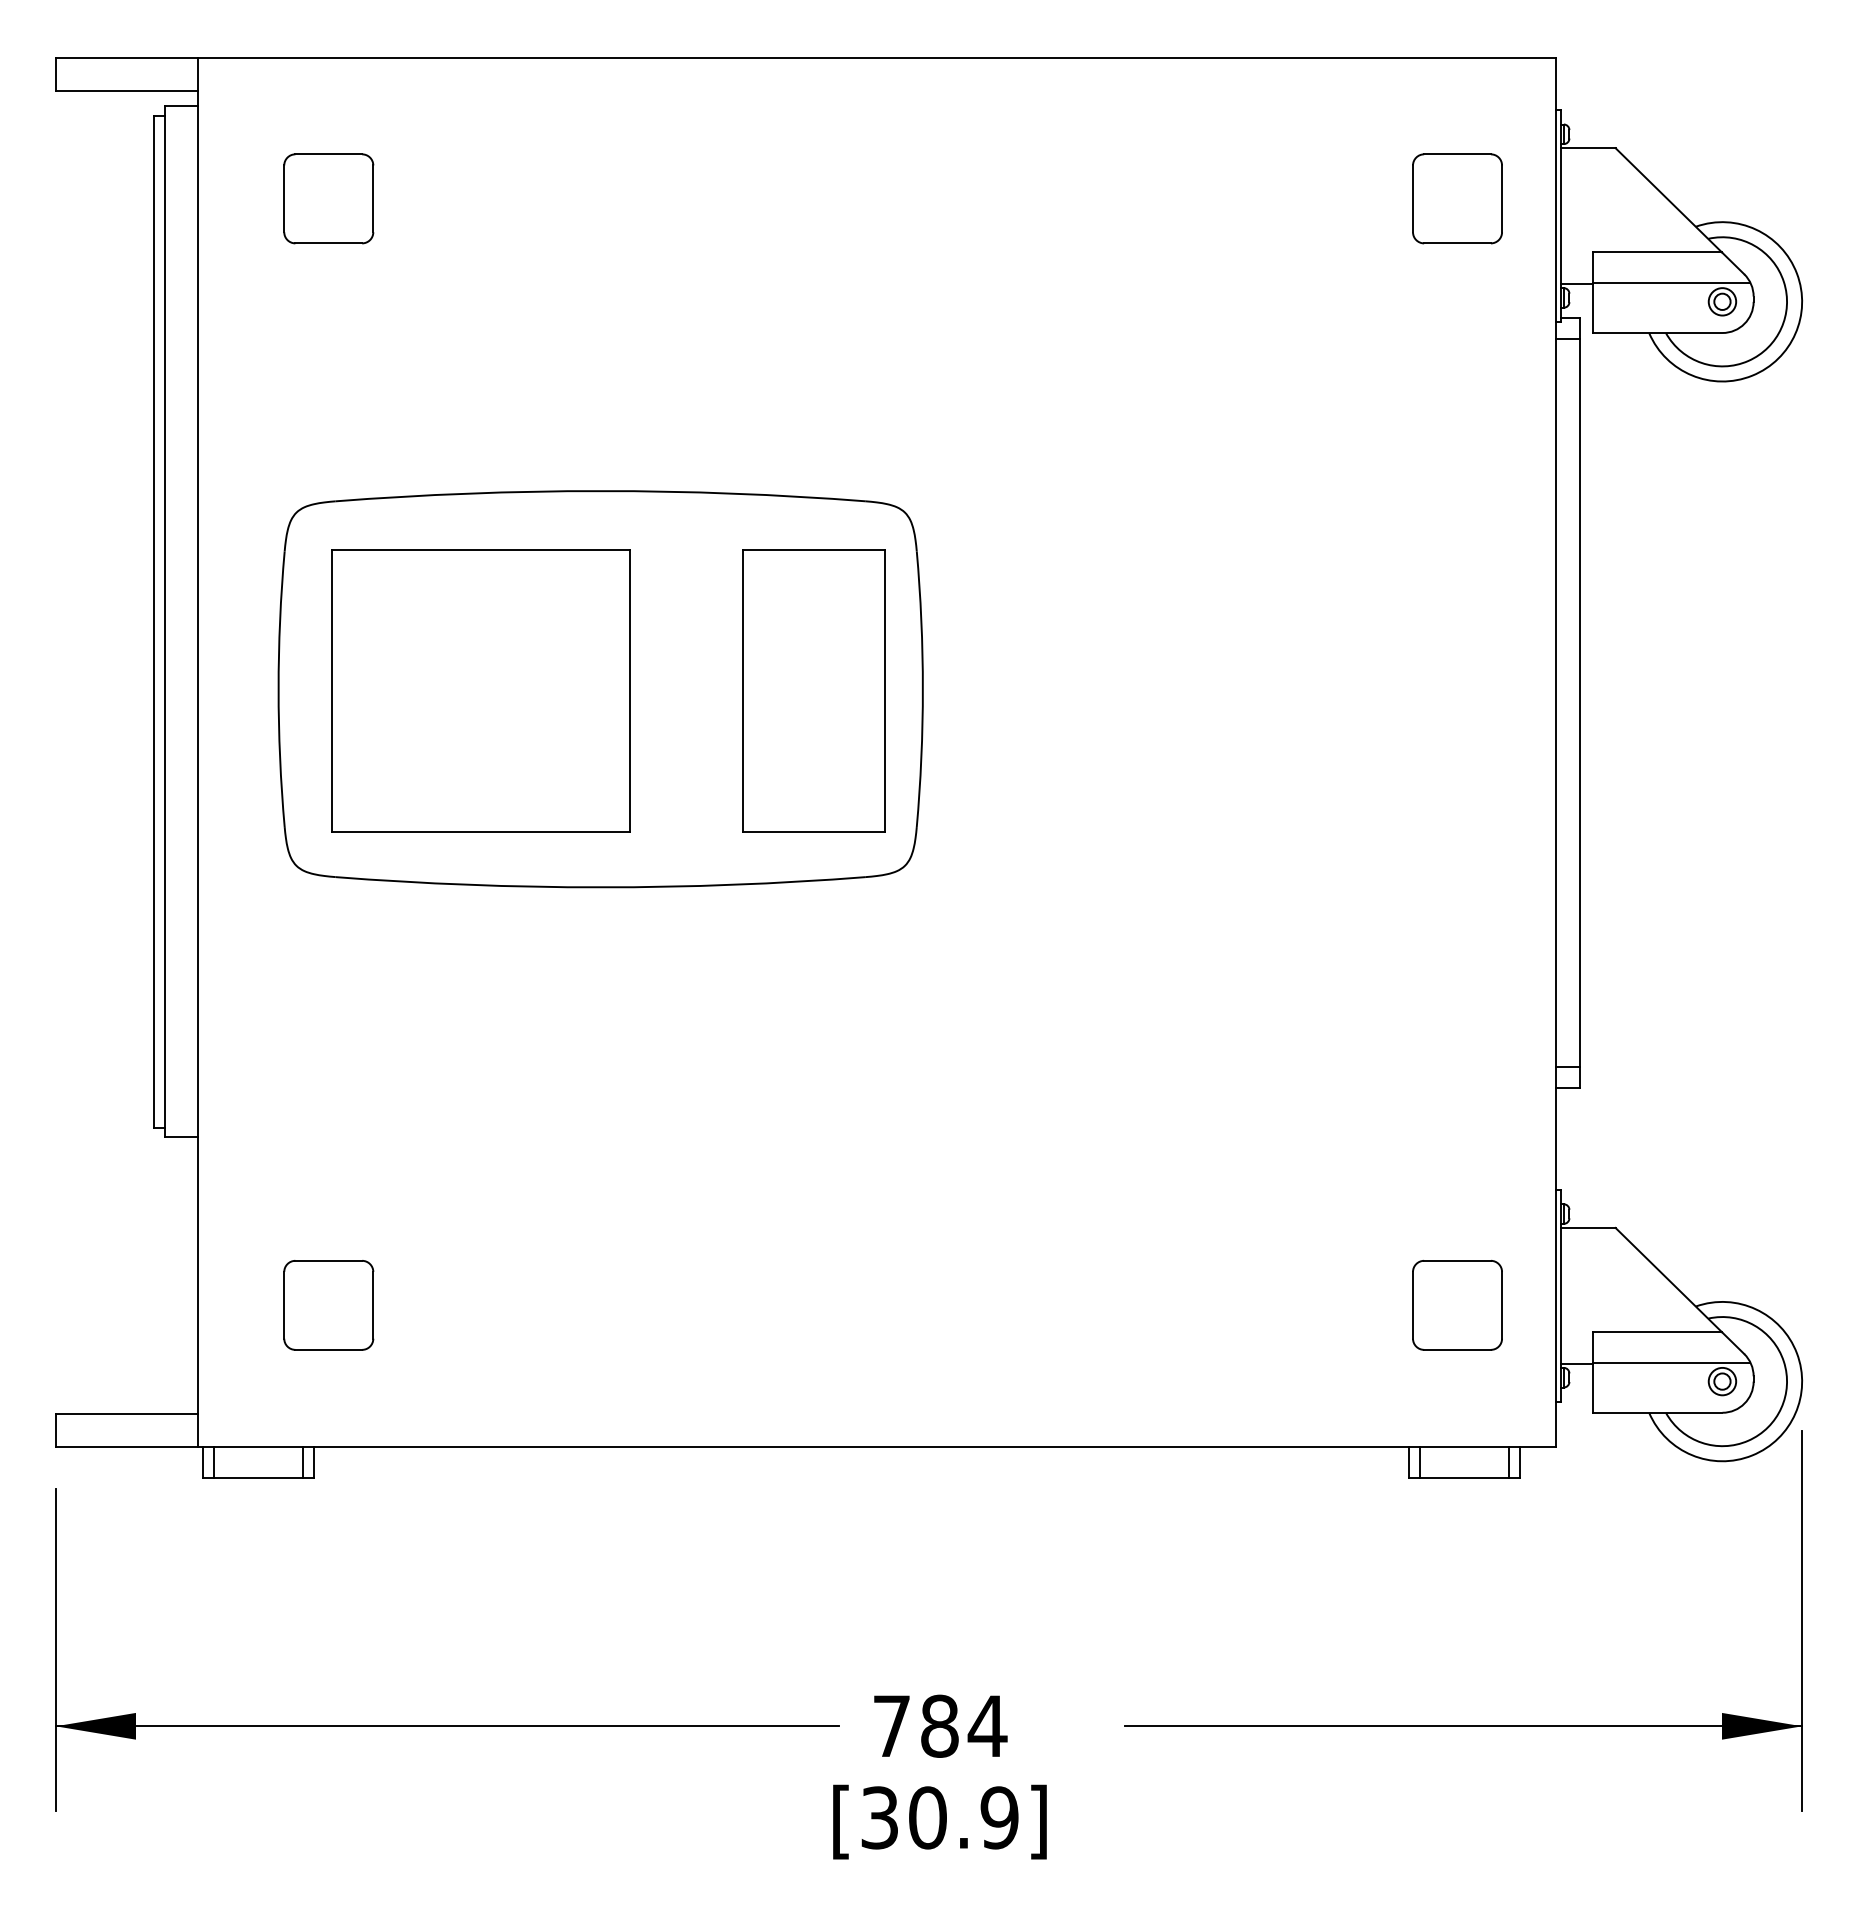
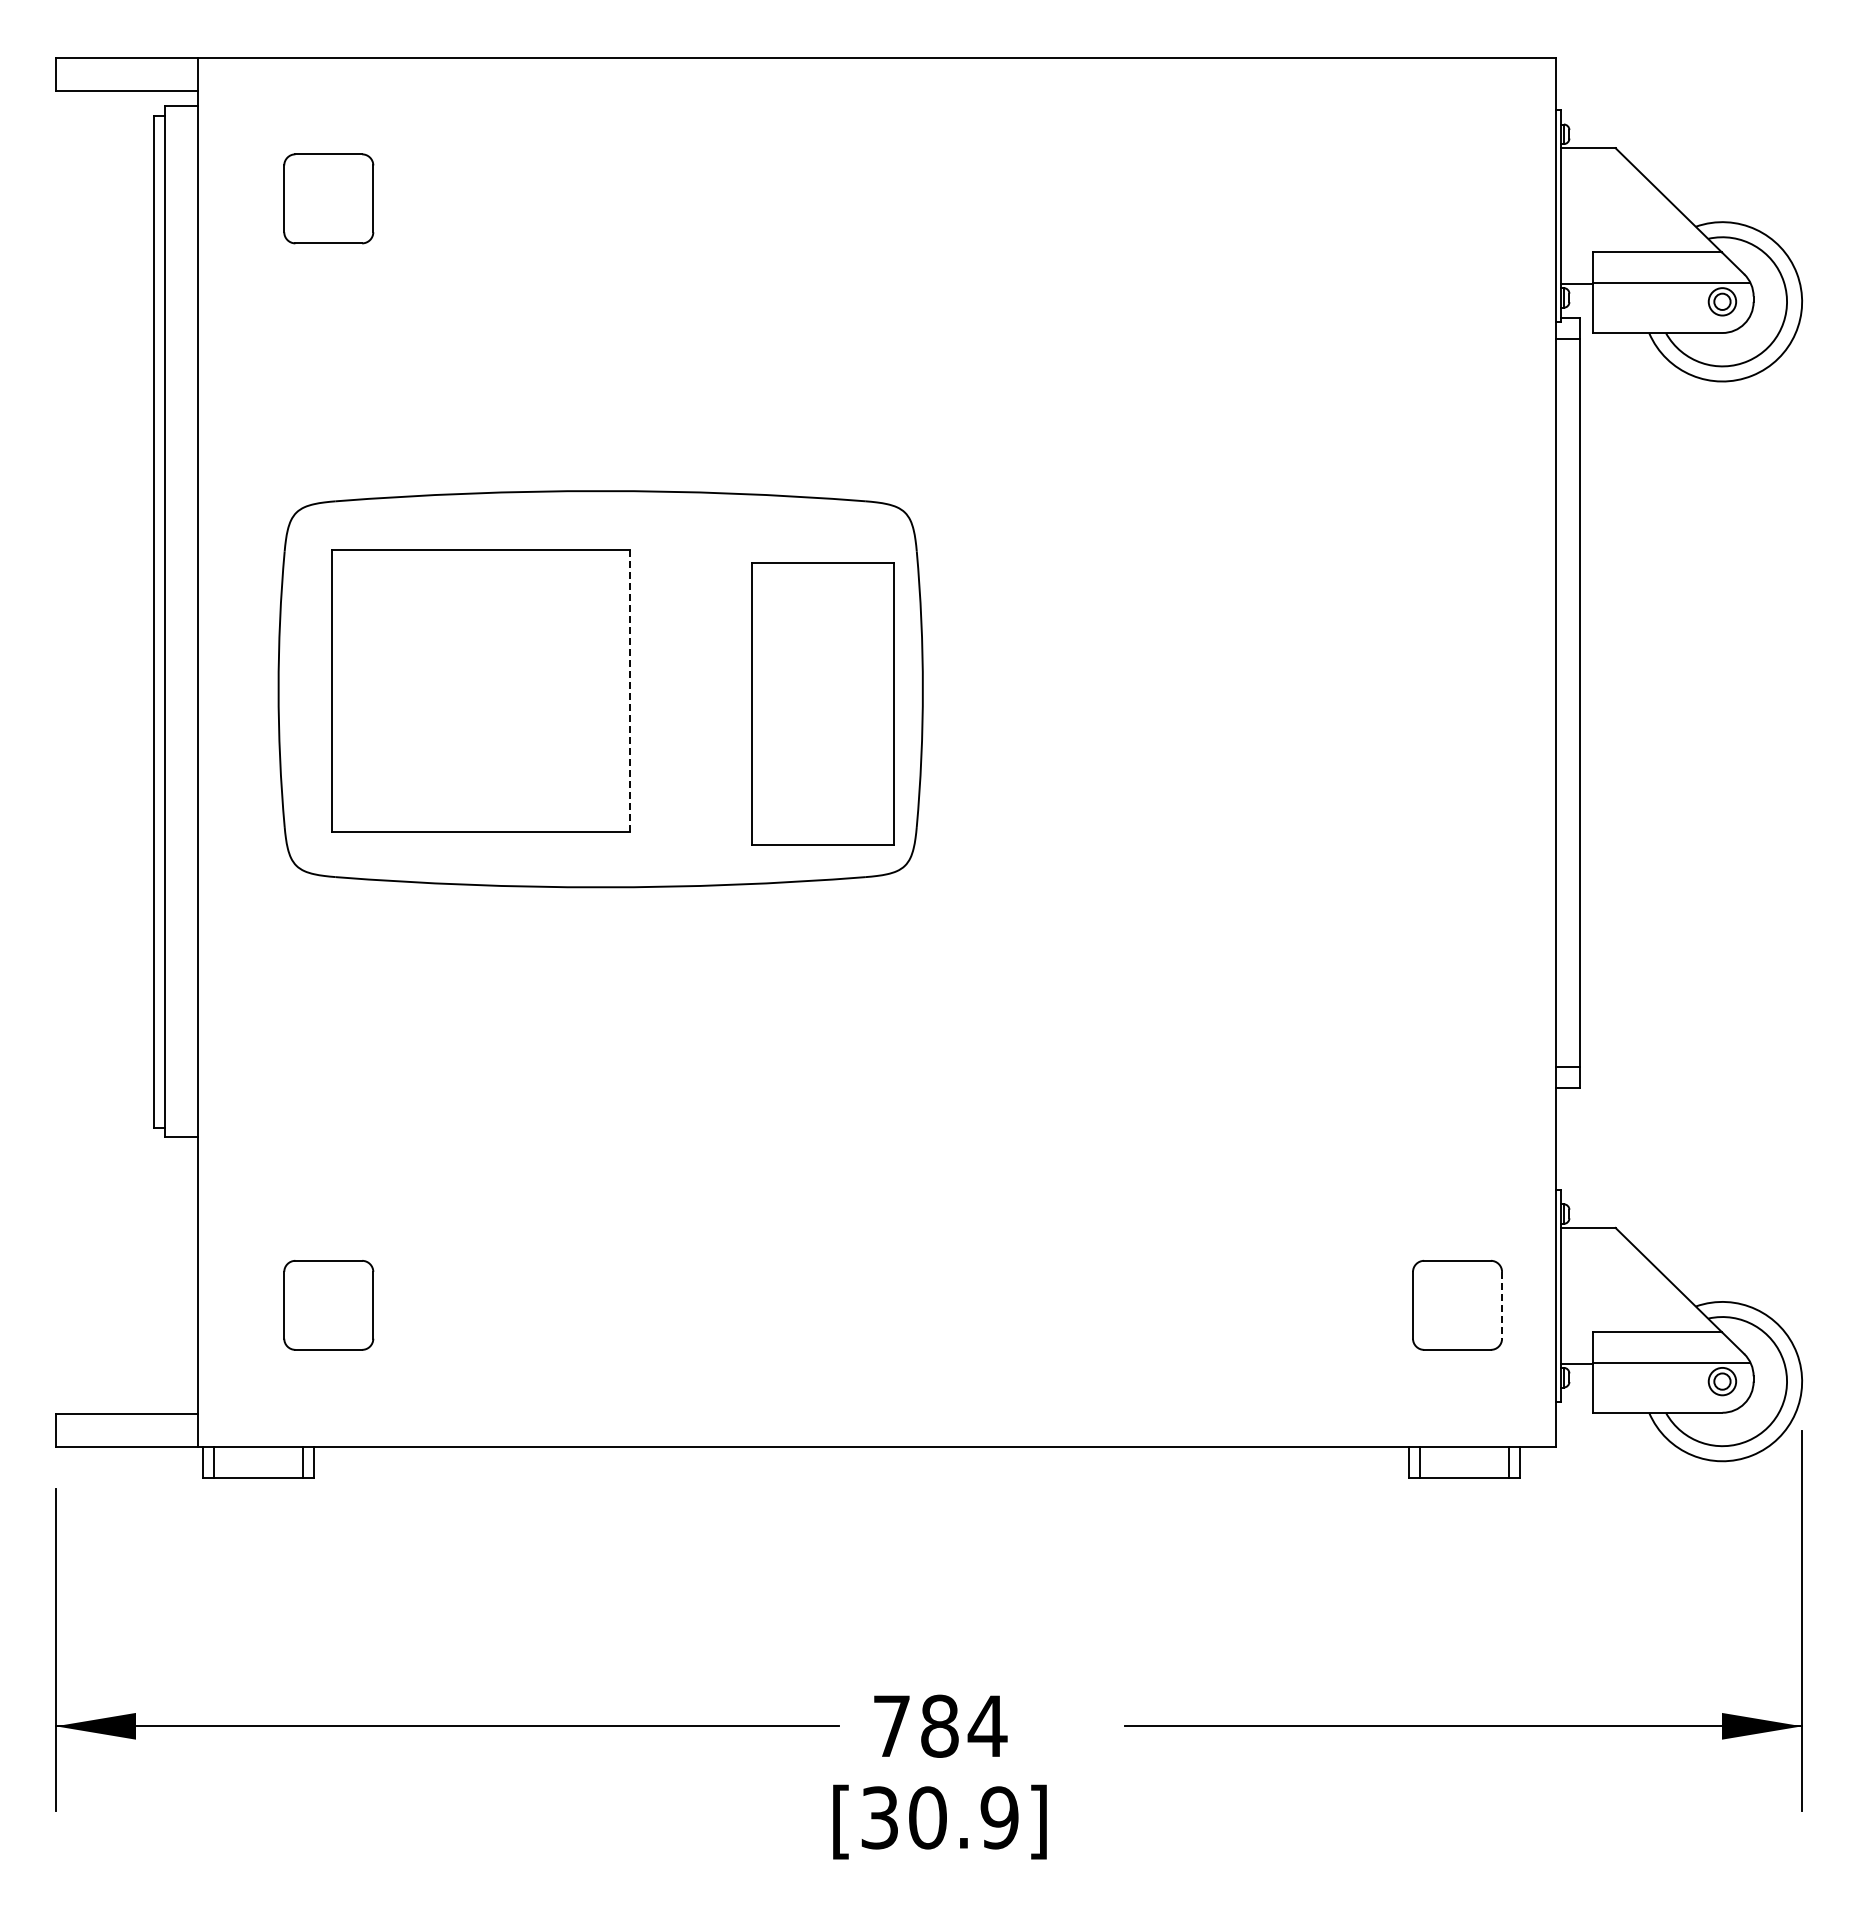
part at (1457, 198): present -> none
line at (629, 690): solid -> dashed
part at (813, 690) position: (813, 690) -> (822, 703)
line at (1502, 1305): solid -> dashed
